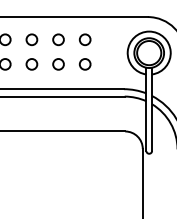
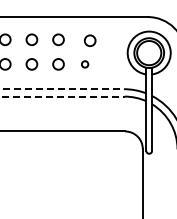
circle at (84, 39) position: (84, 39) -> (89, 40)
circle at (84, 64) size: 14x13 px -> 9x9 px
line at (62, 89): solid -> dashed
line at (62, 96): solid -> dashed
